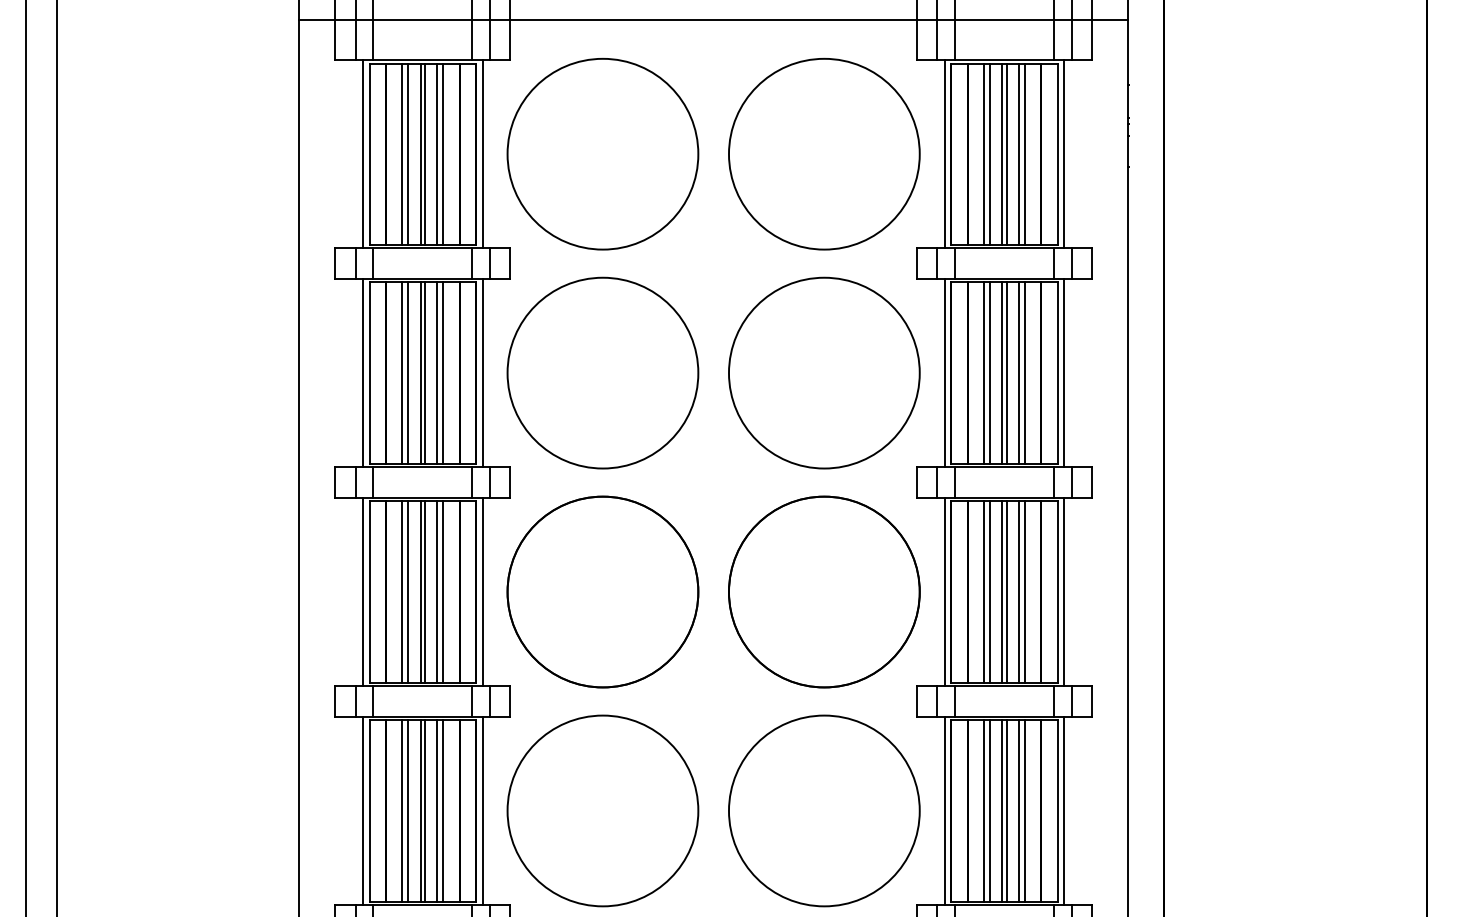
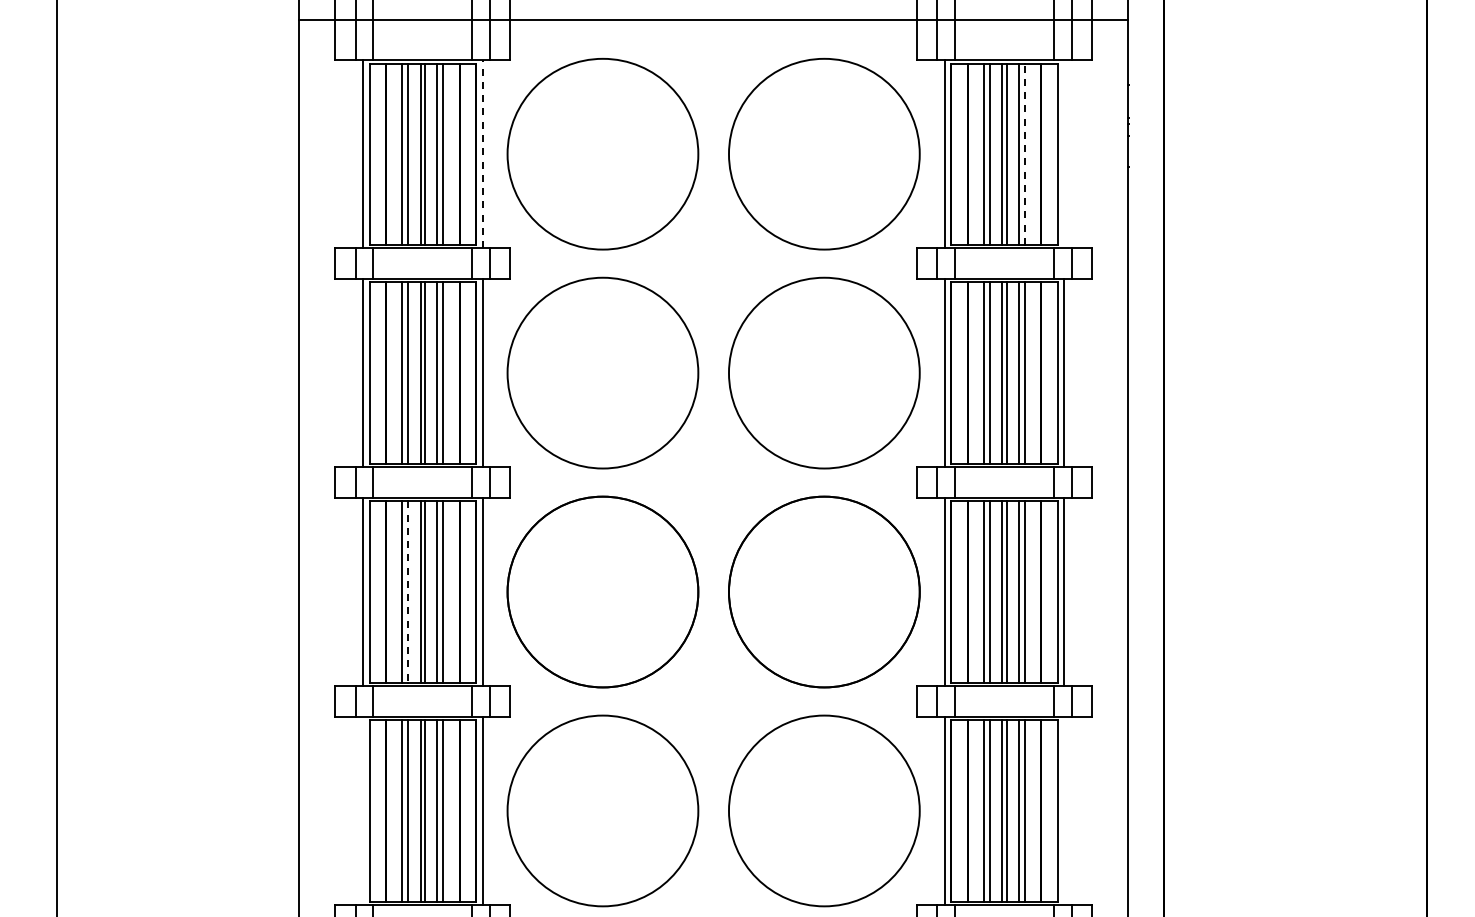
line at (482, 154): solid -> dashed
line at (1025, 154): solid -> dashed
line at (1064, 154): present -> none
line at (25, 457): present -> none
line at (408, 592): solid -> dashed
line at (363, 810): present -> none
line at (1064, 810): present -> none
